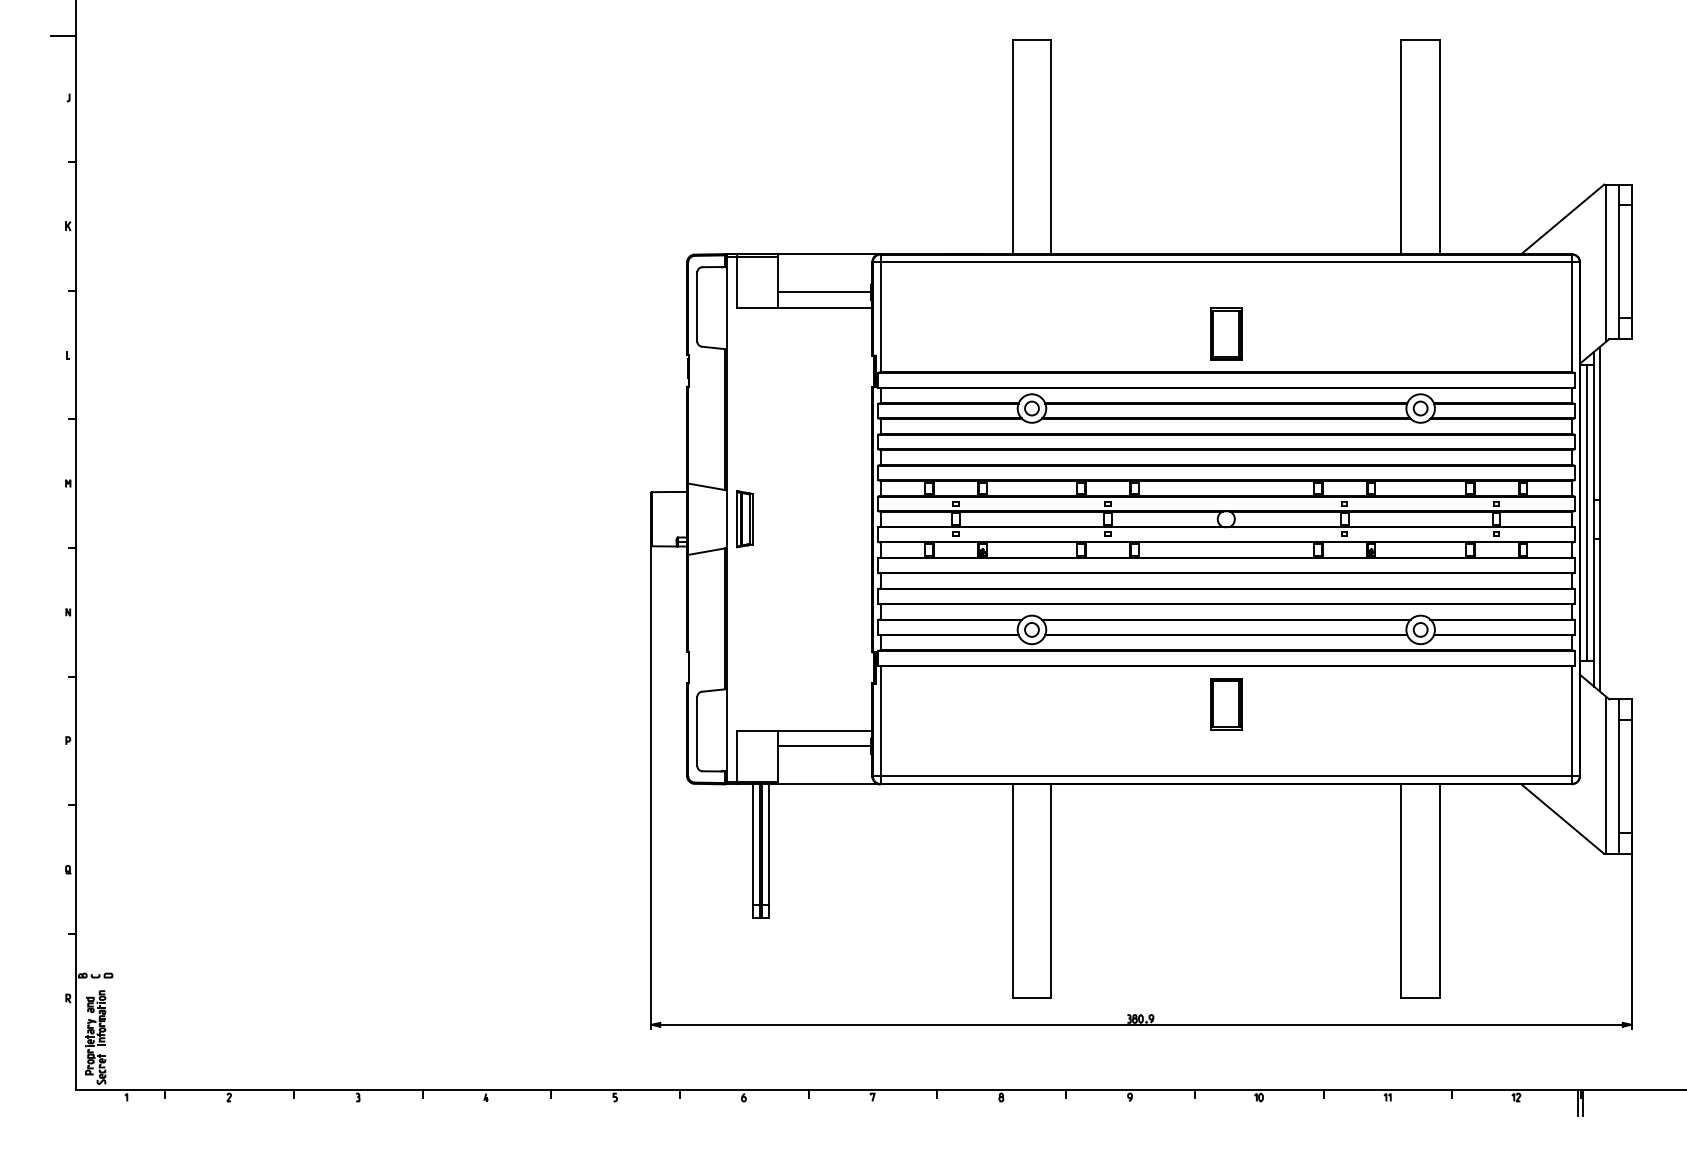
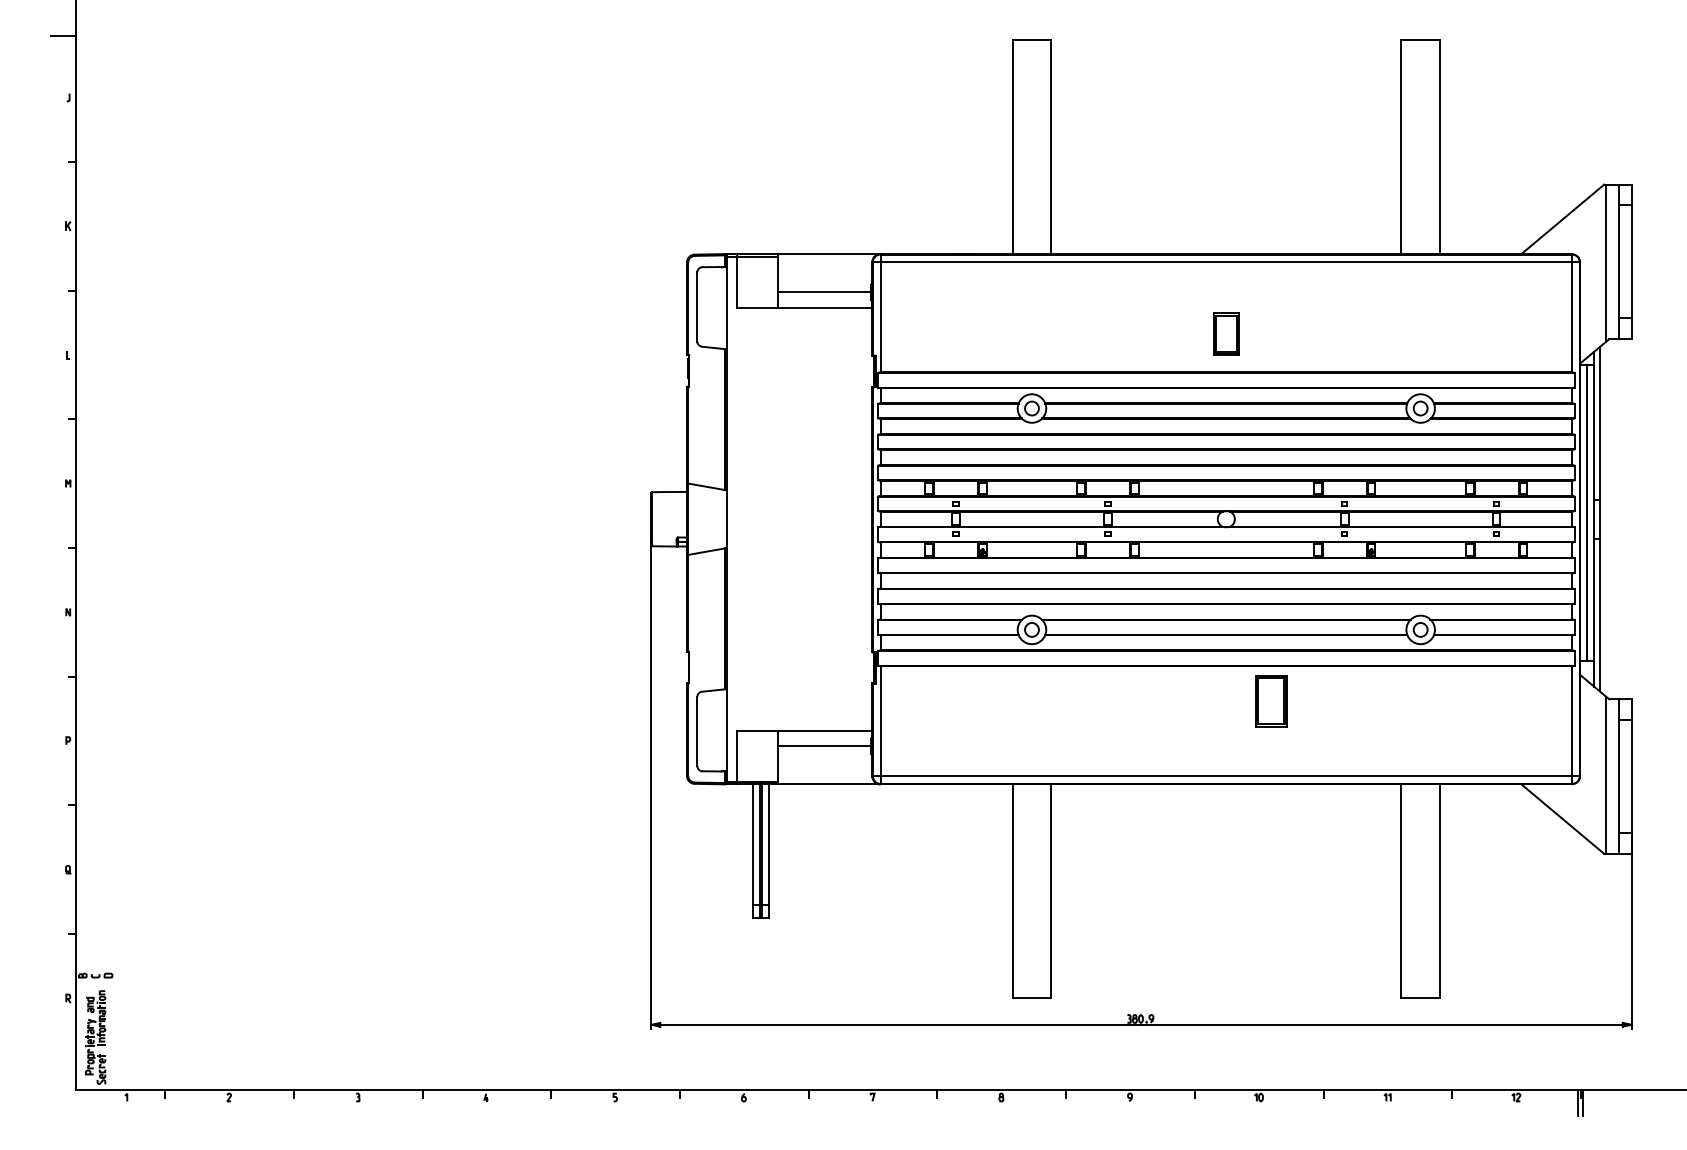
part at (1226, 333) size: 33x54 px -> 27x44 px
part at (744, 519): present -> none
part at (1226, 704) position: (1226, 704) -> (1271, 701)
